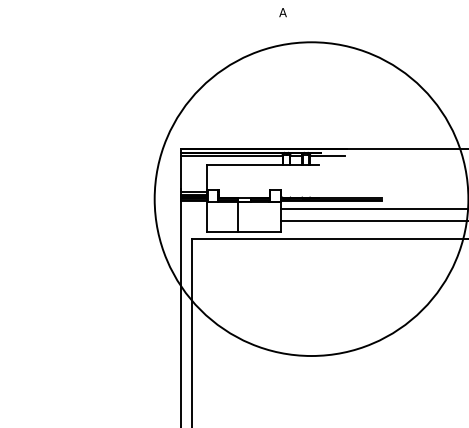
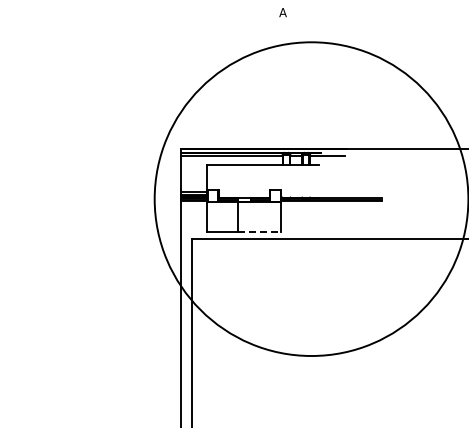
line at (372, 209): present -> none
line at (372, 221): present -> none
line at (259, 232): solid -> dashed
